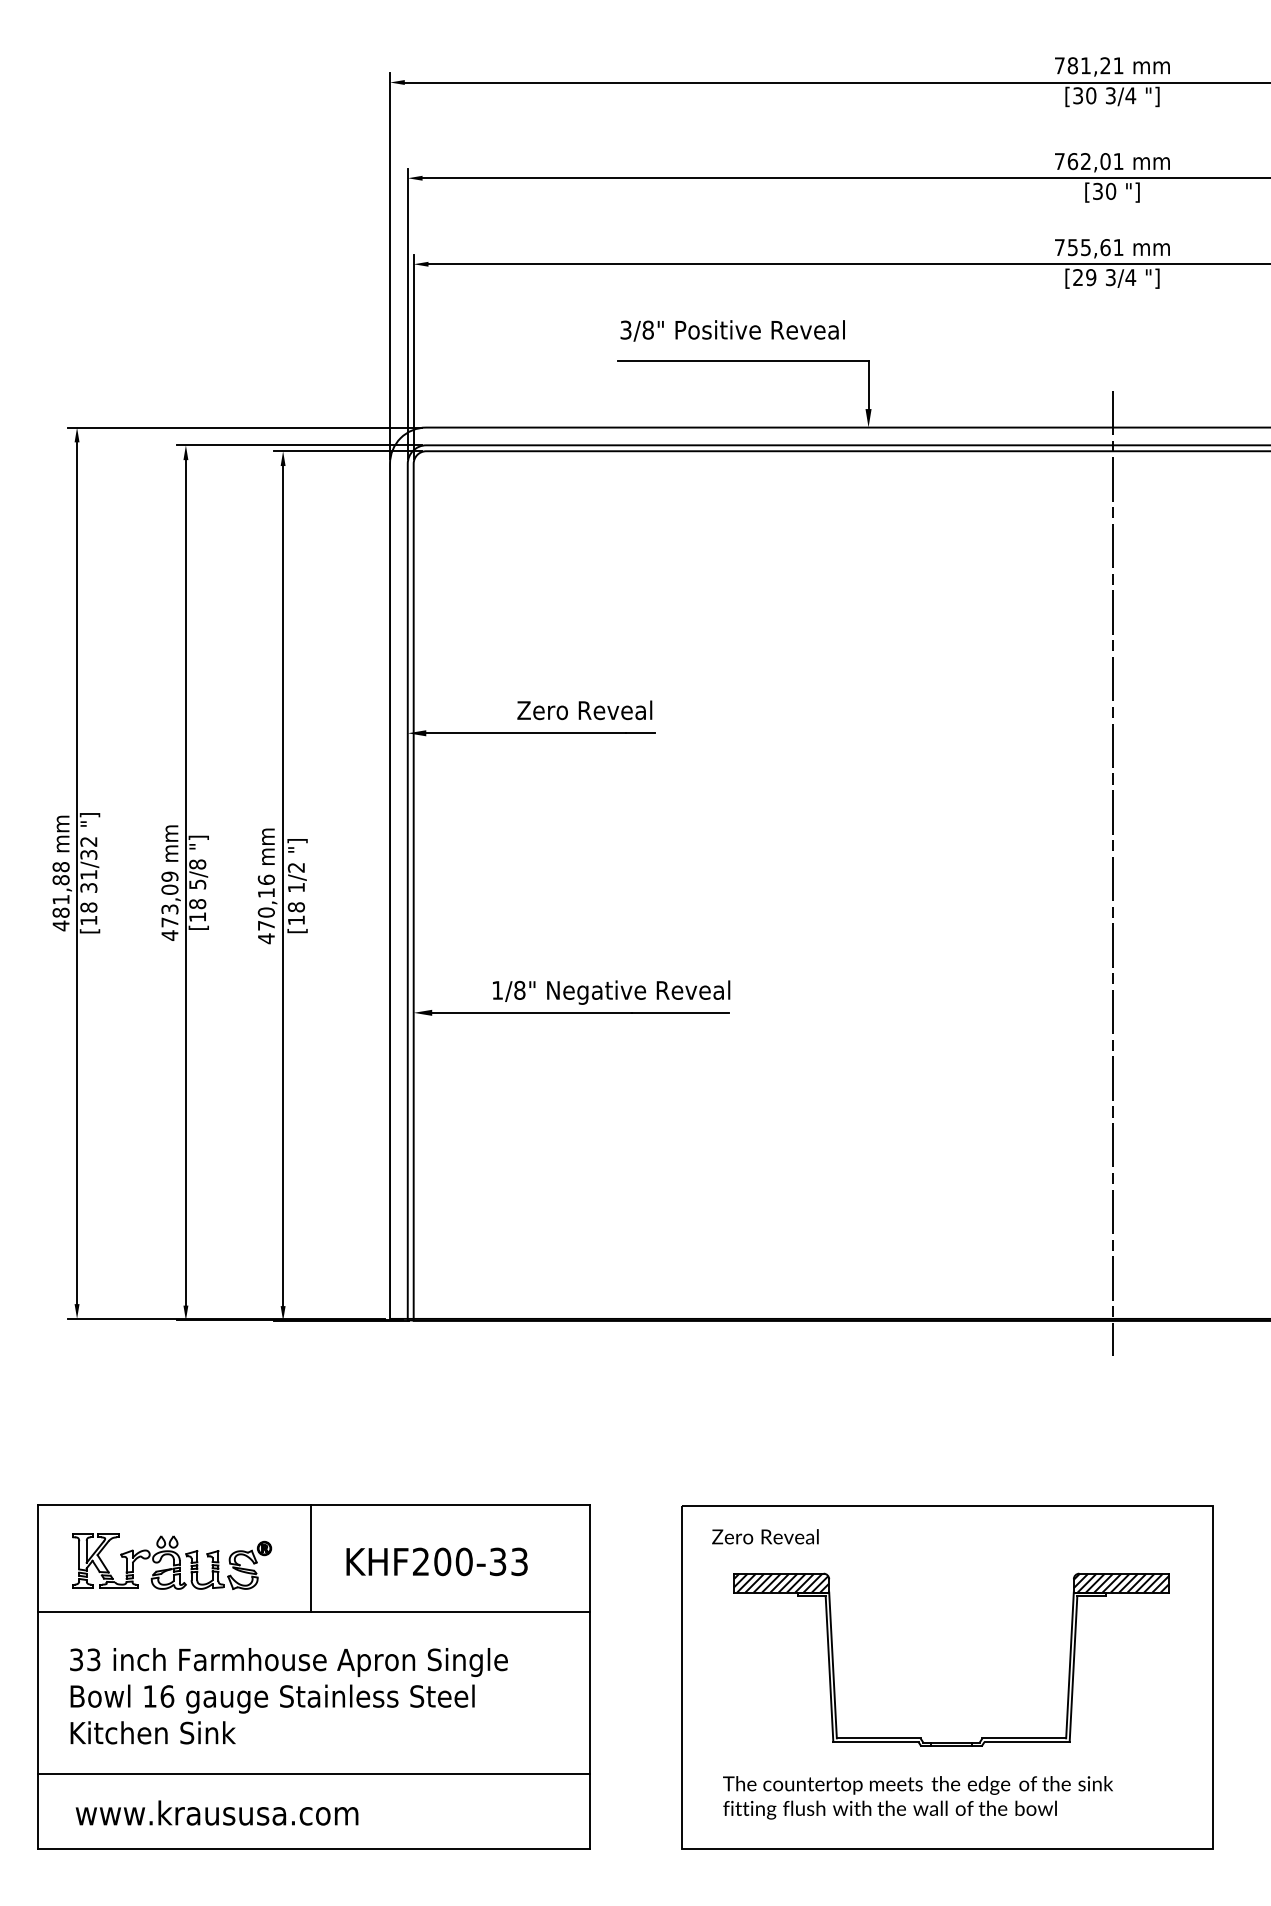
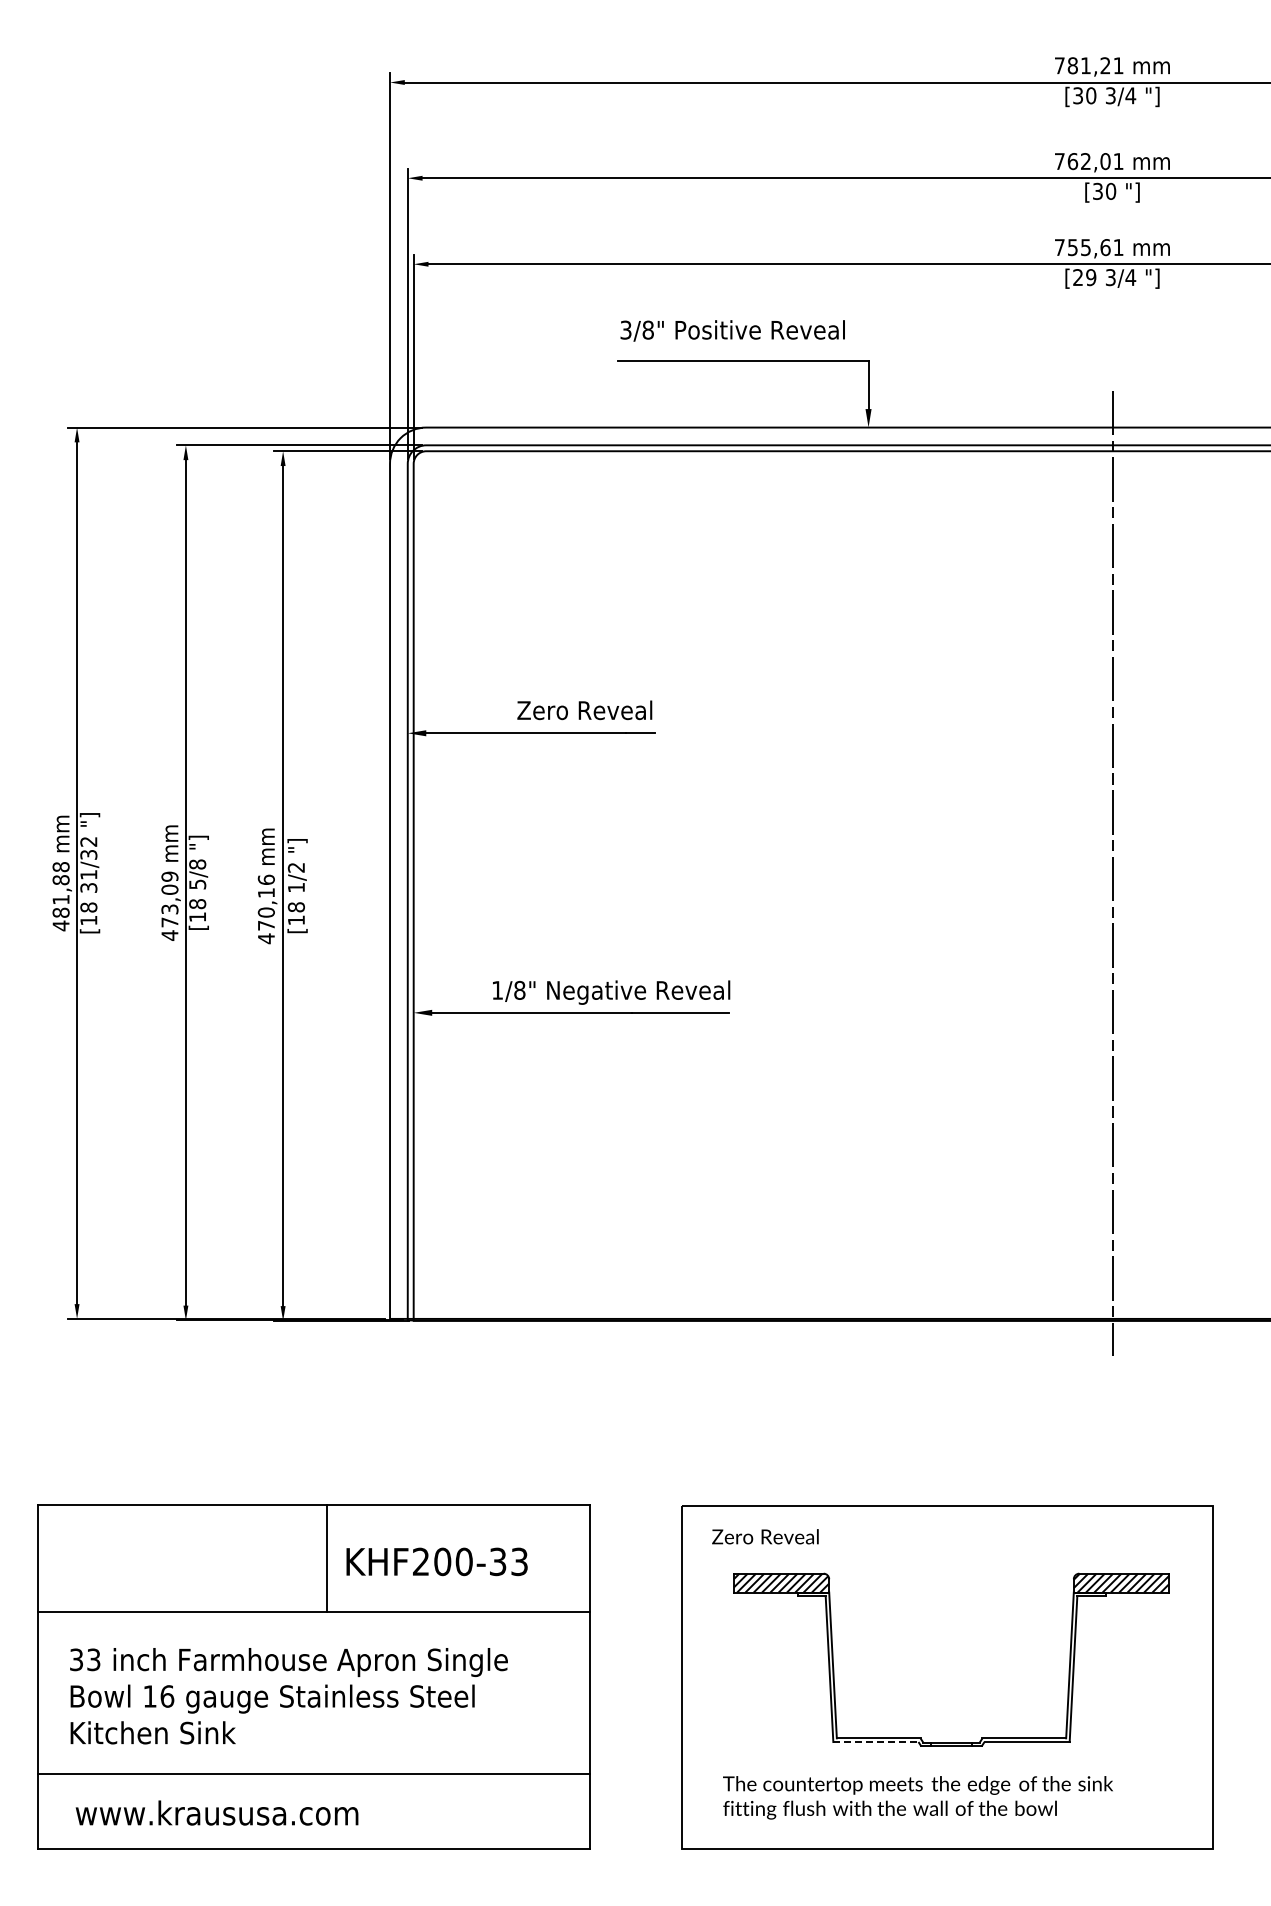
line at (310, 1558) position: (310, 1558) -> (326, 1558)
part at (172, 1561): present -> none
line at (875, 1742): solid -> dashed
